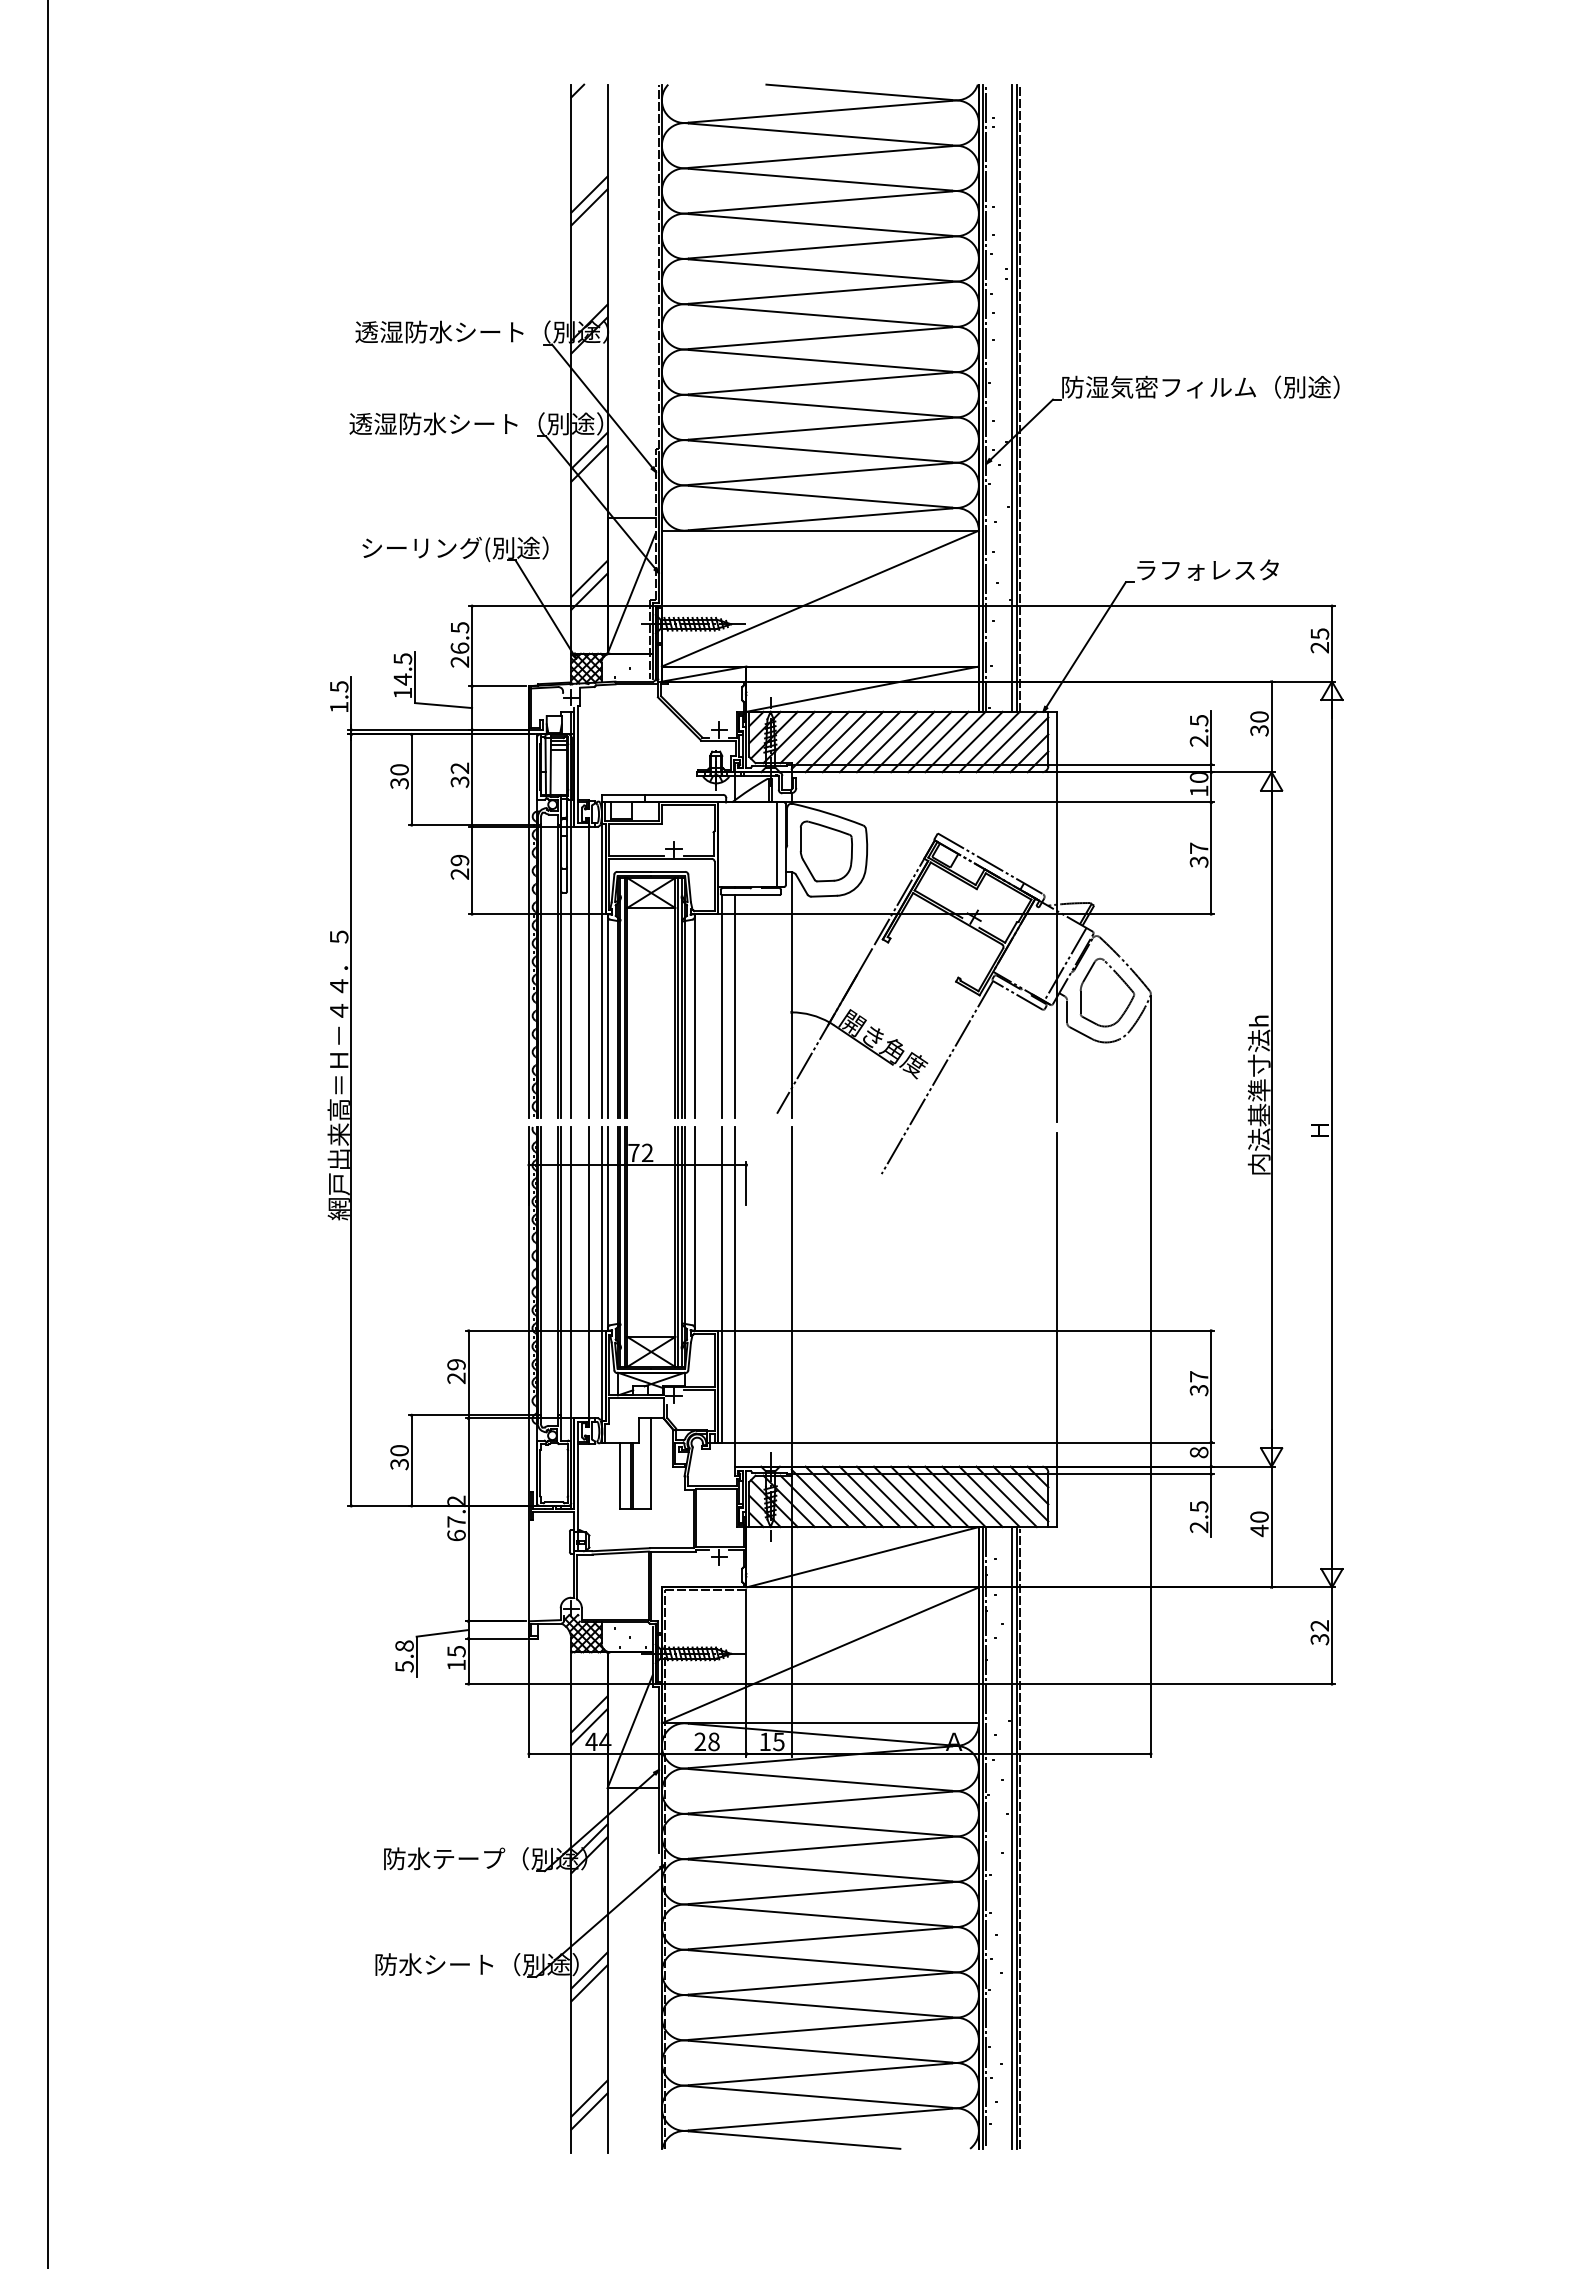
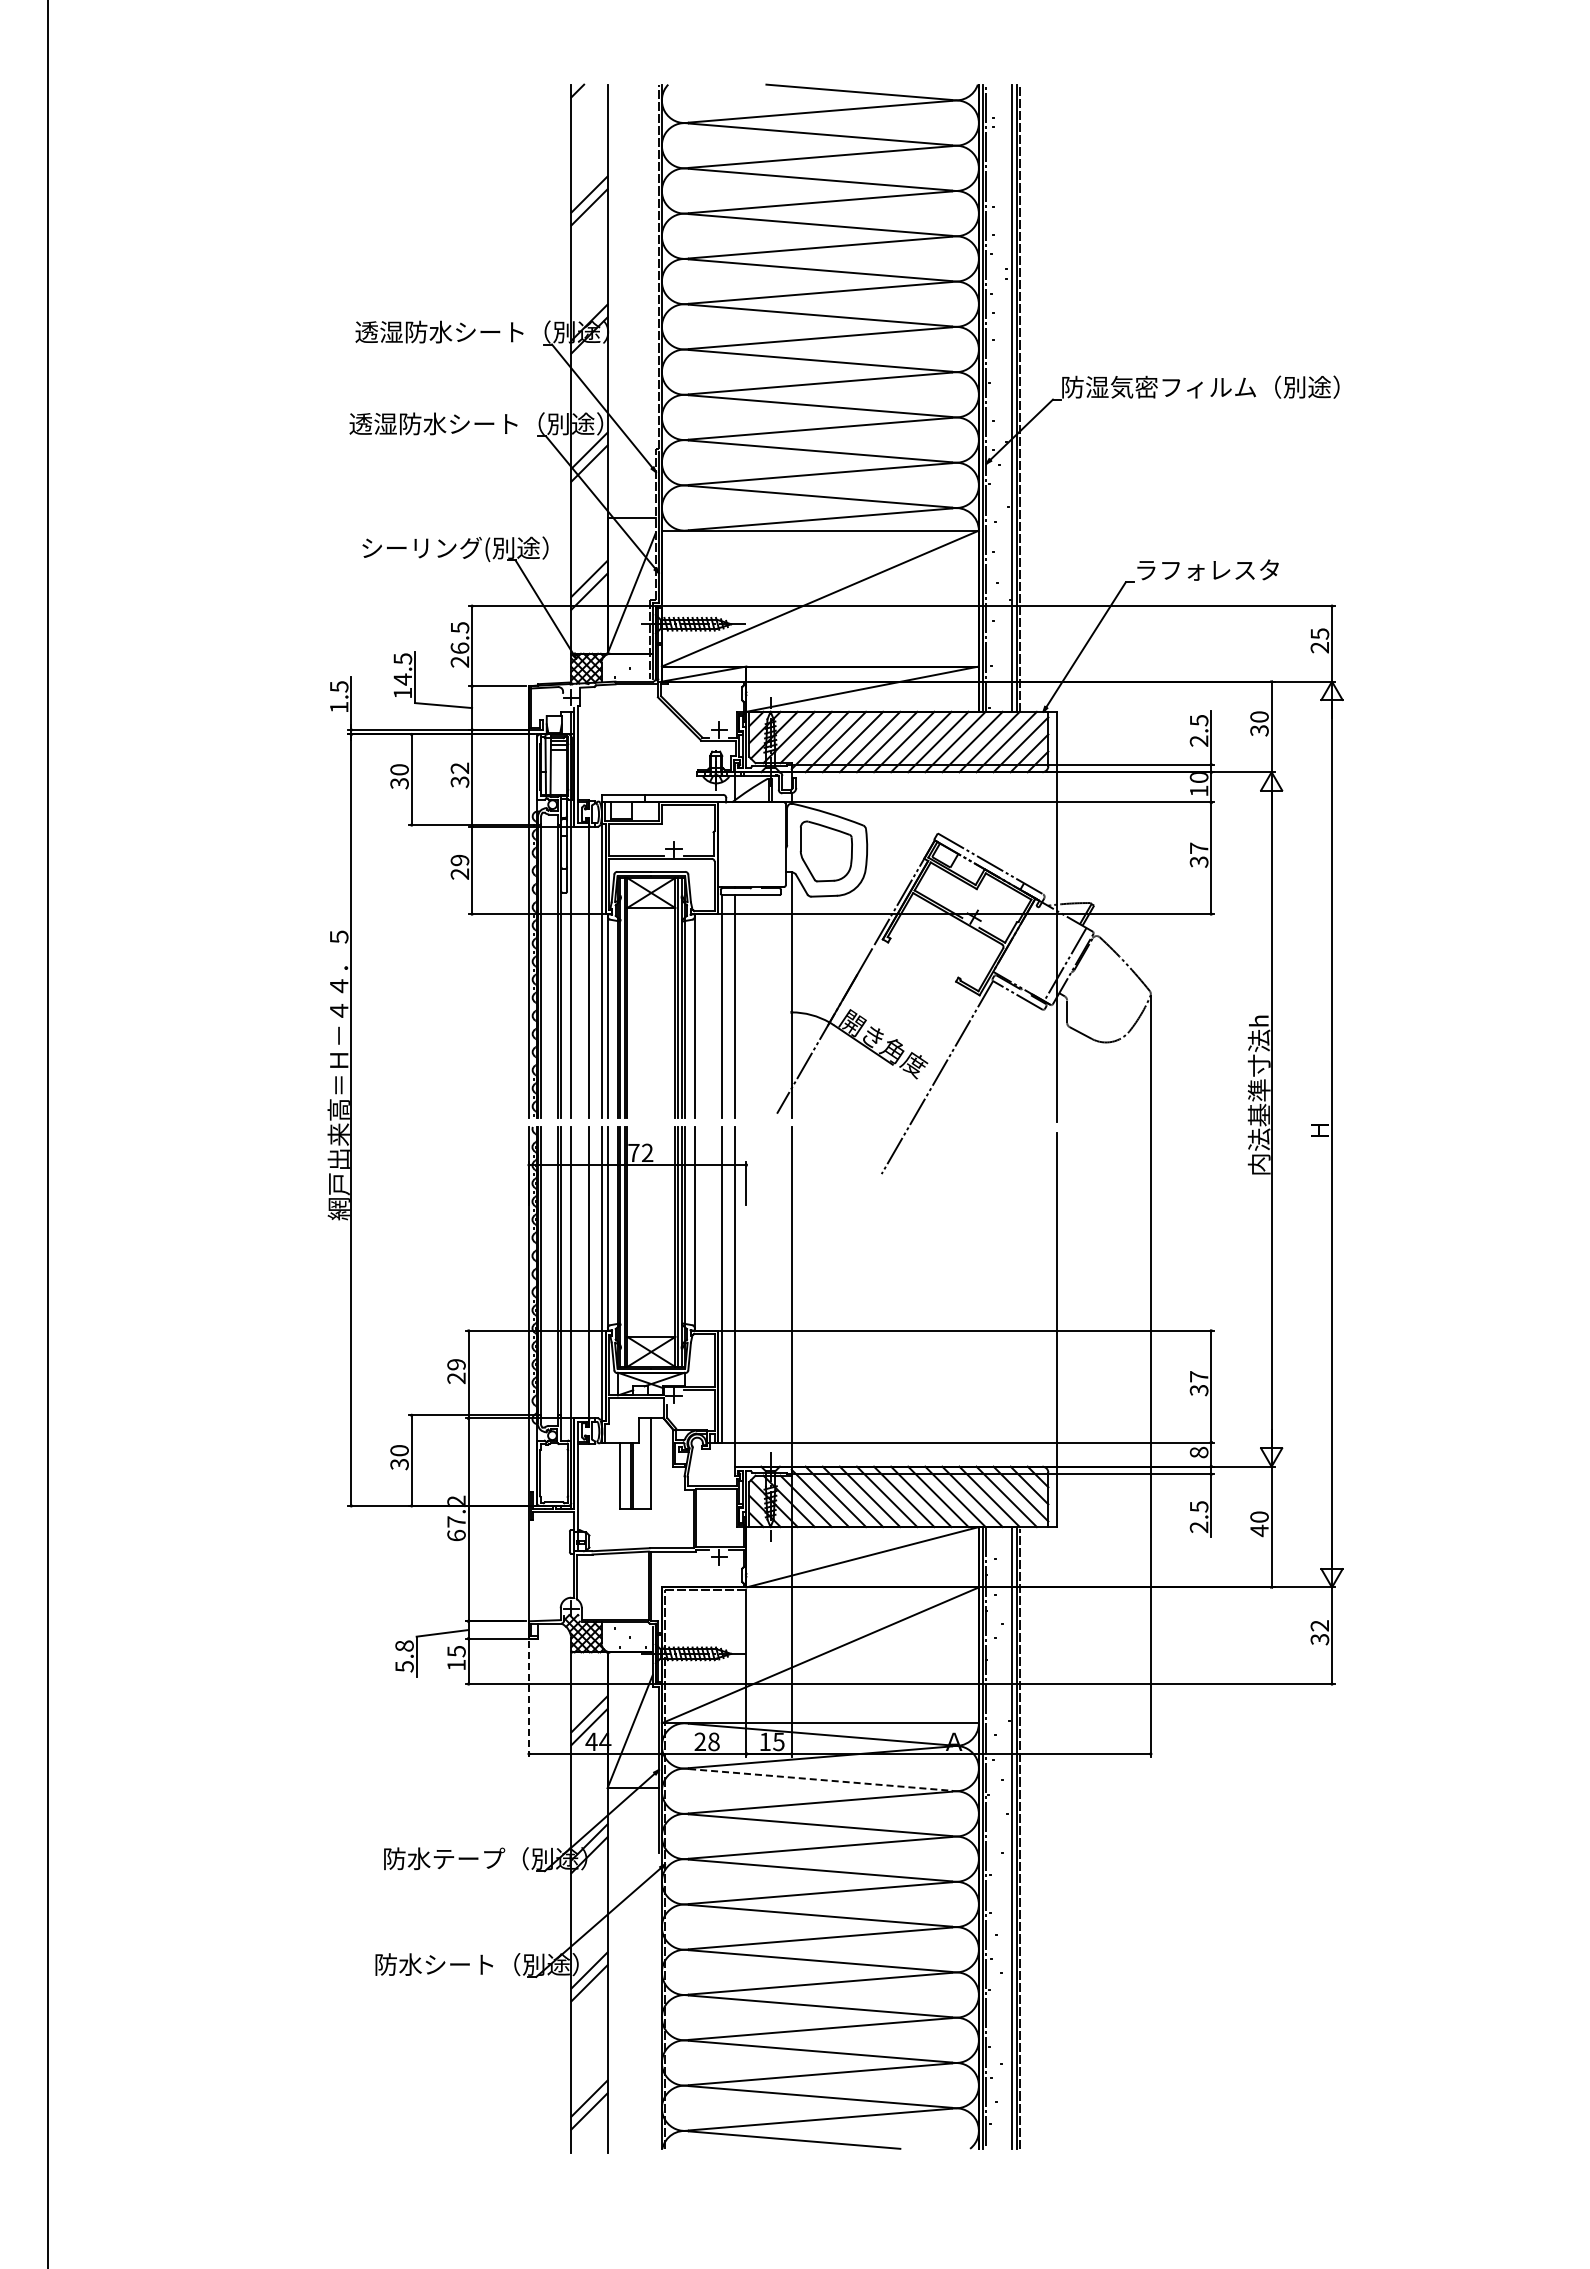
line at (776, 844): present -> none
part at (1120, 979): present -> none
line at (529, 1699): solid -> dashed
line at (820, 1779): solid -> dashed
